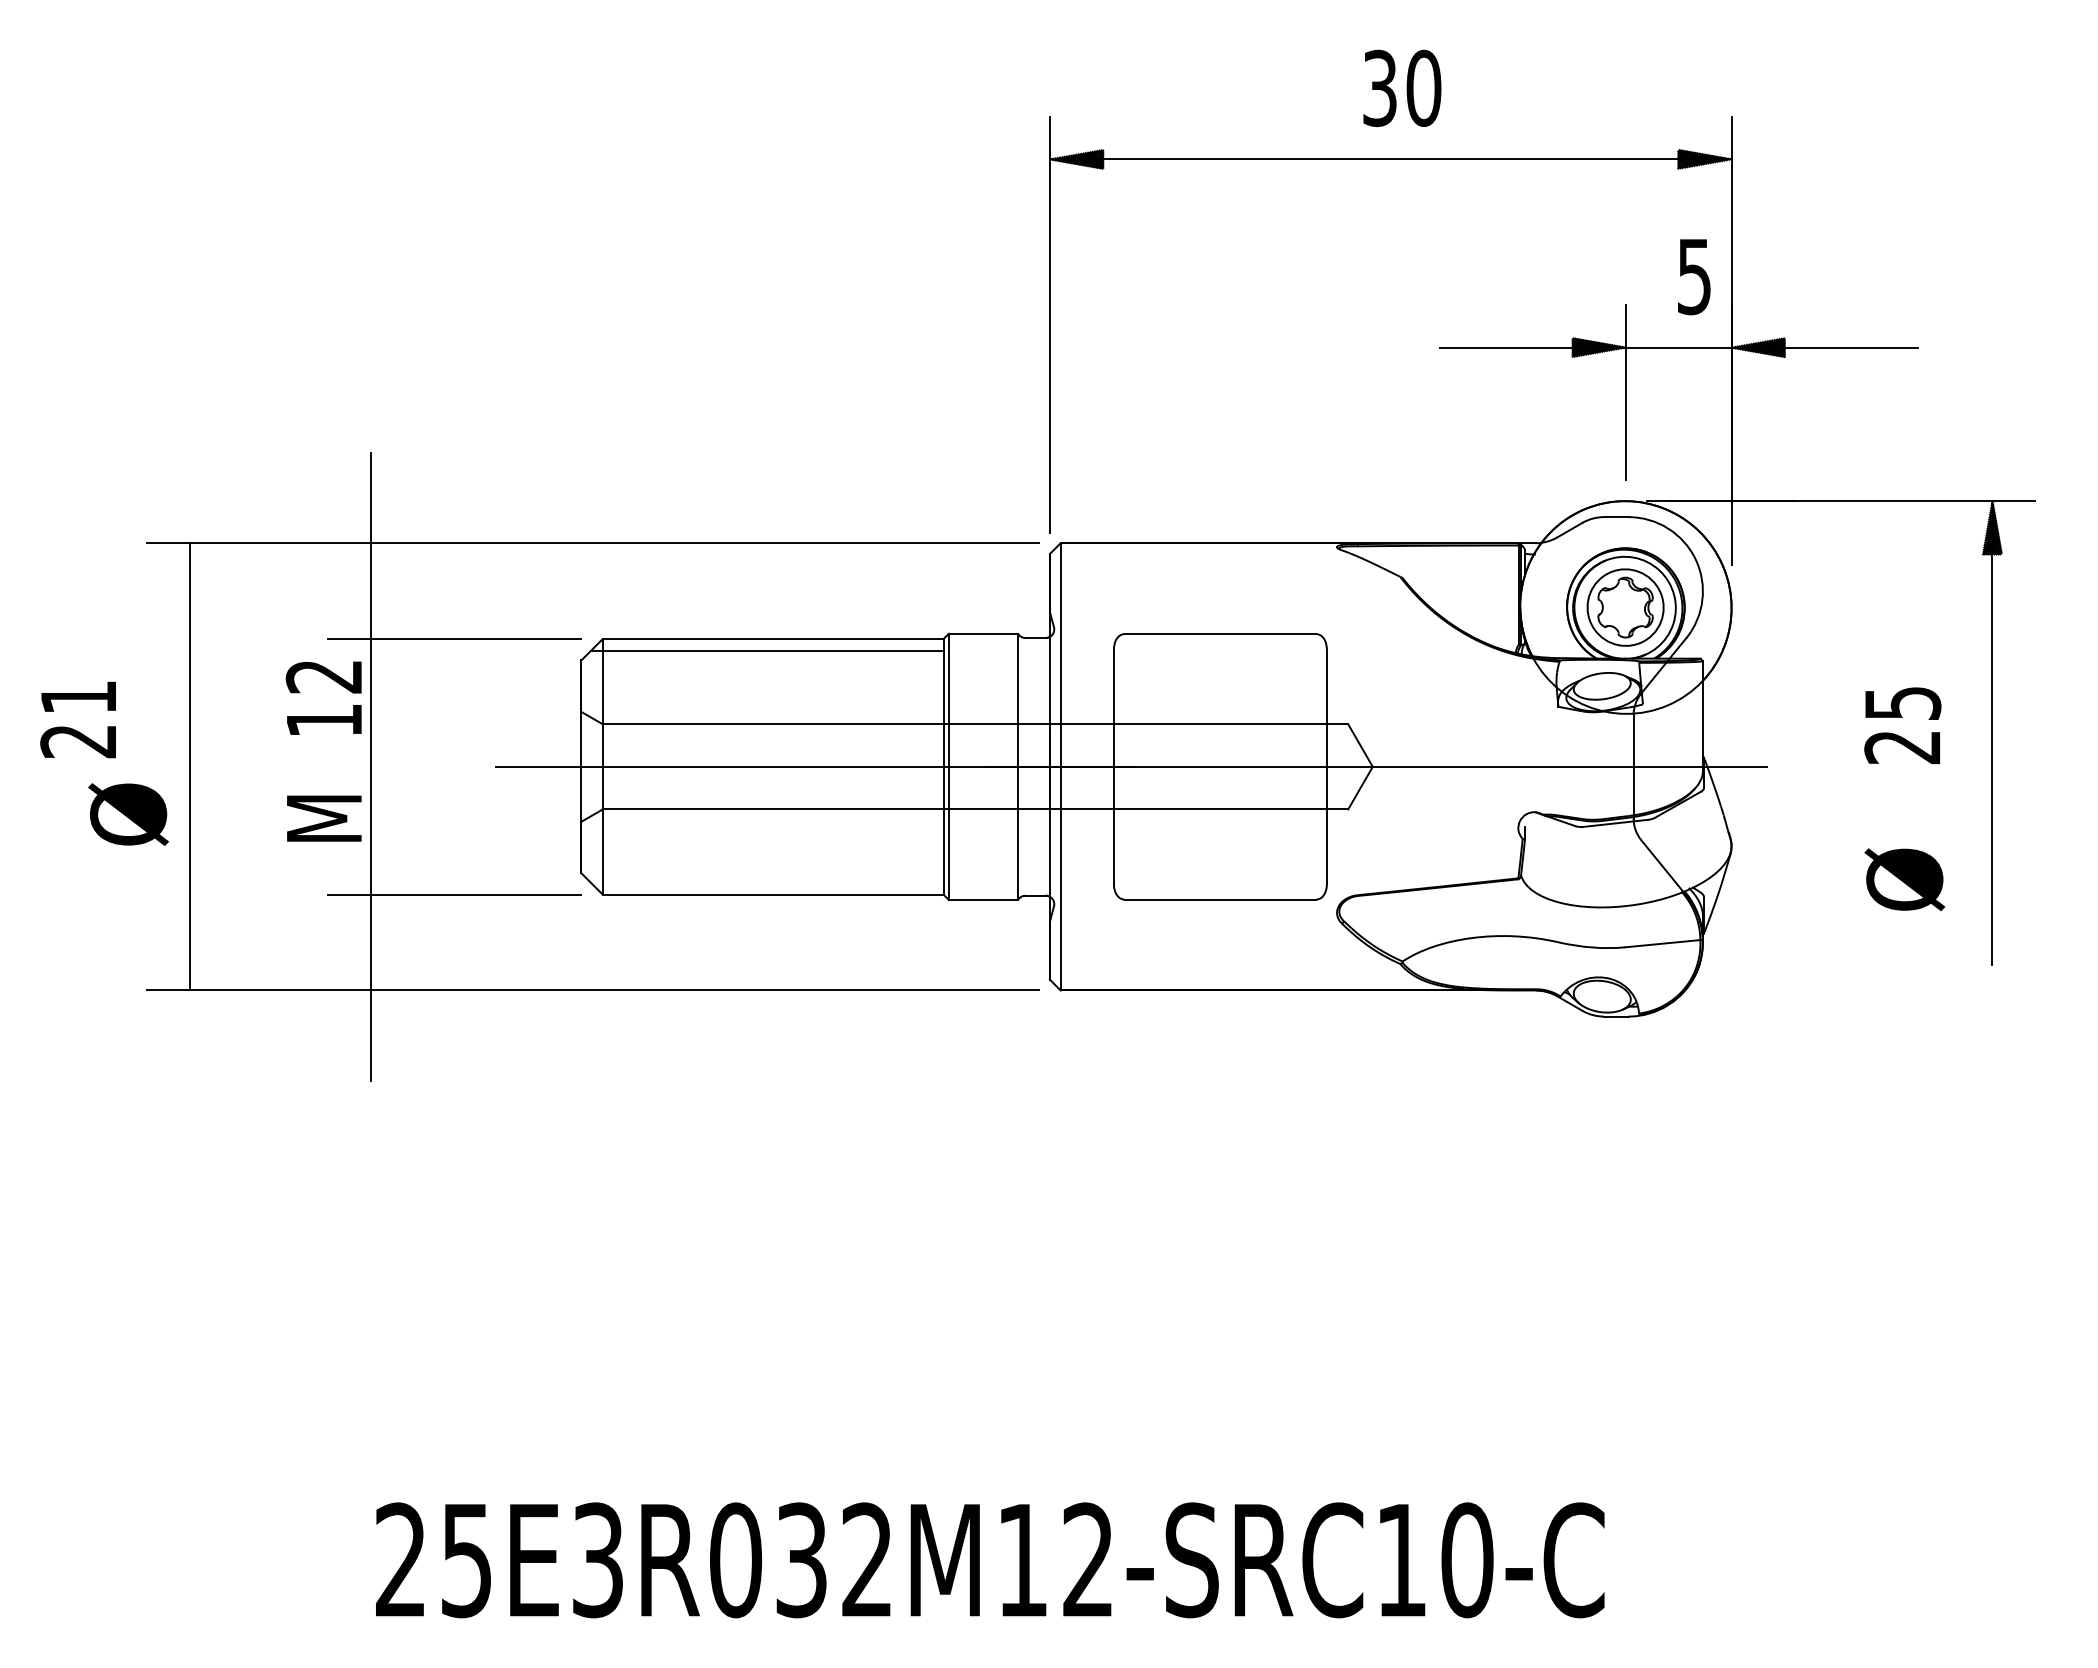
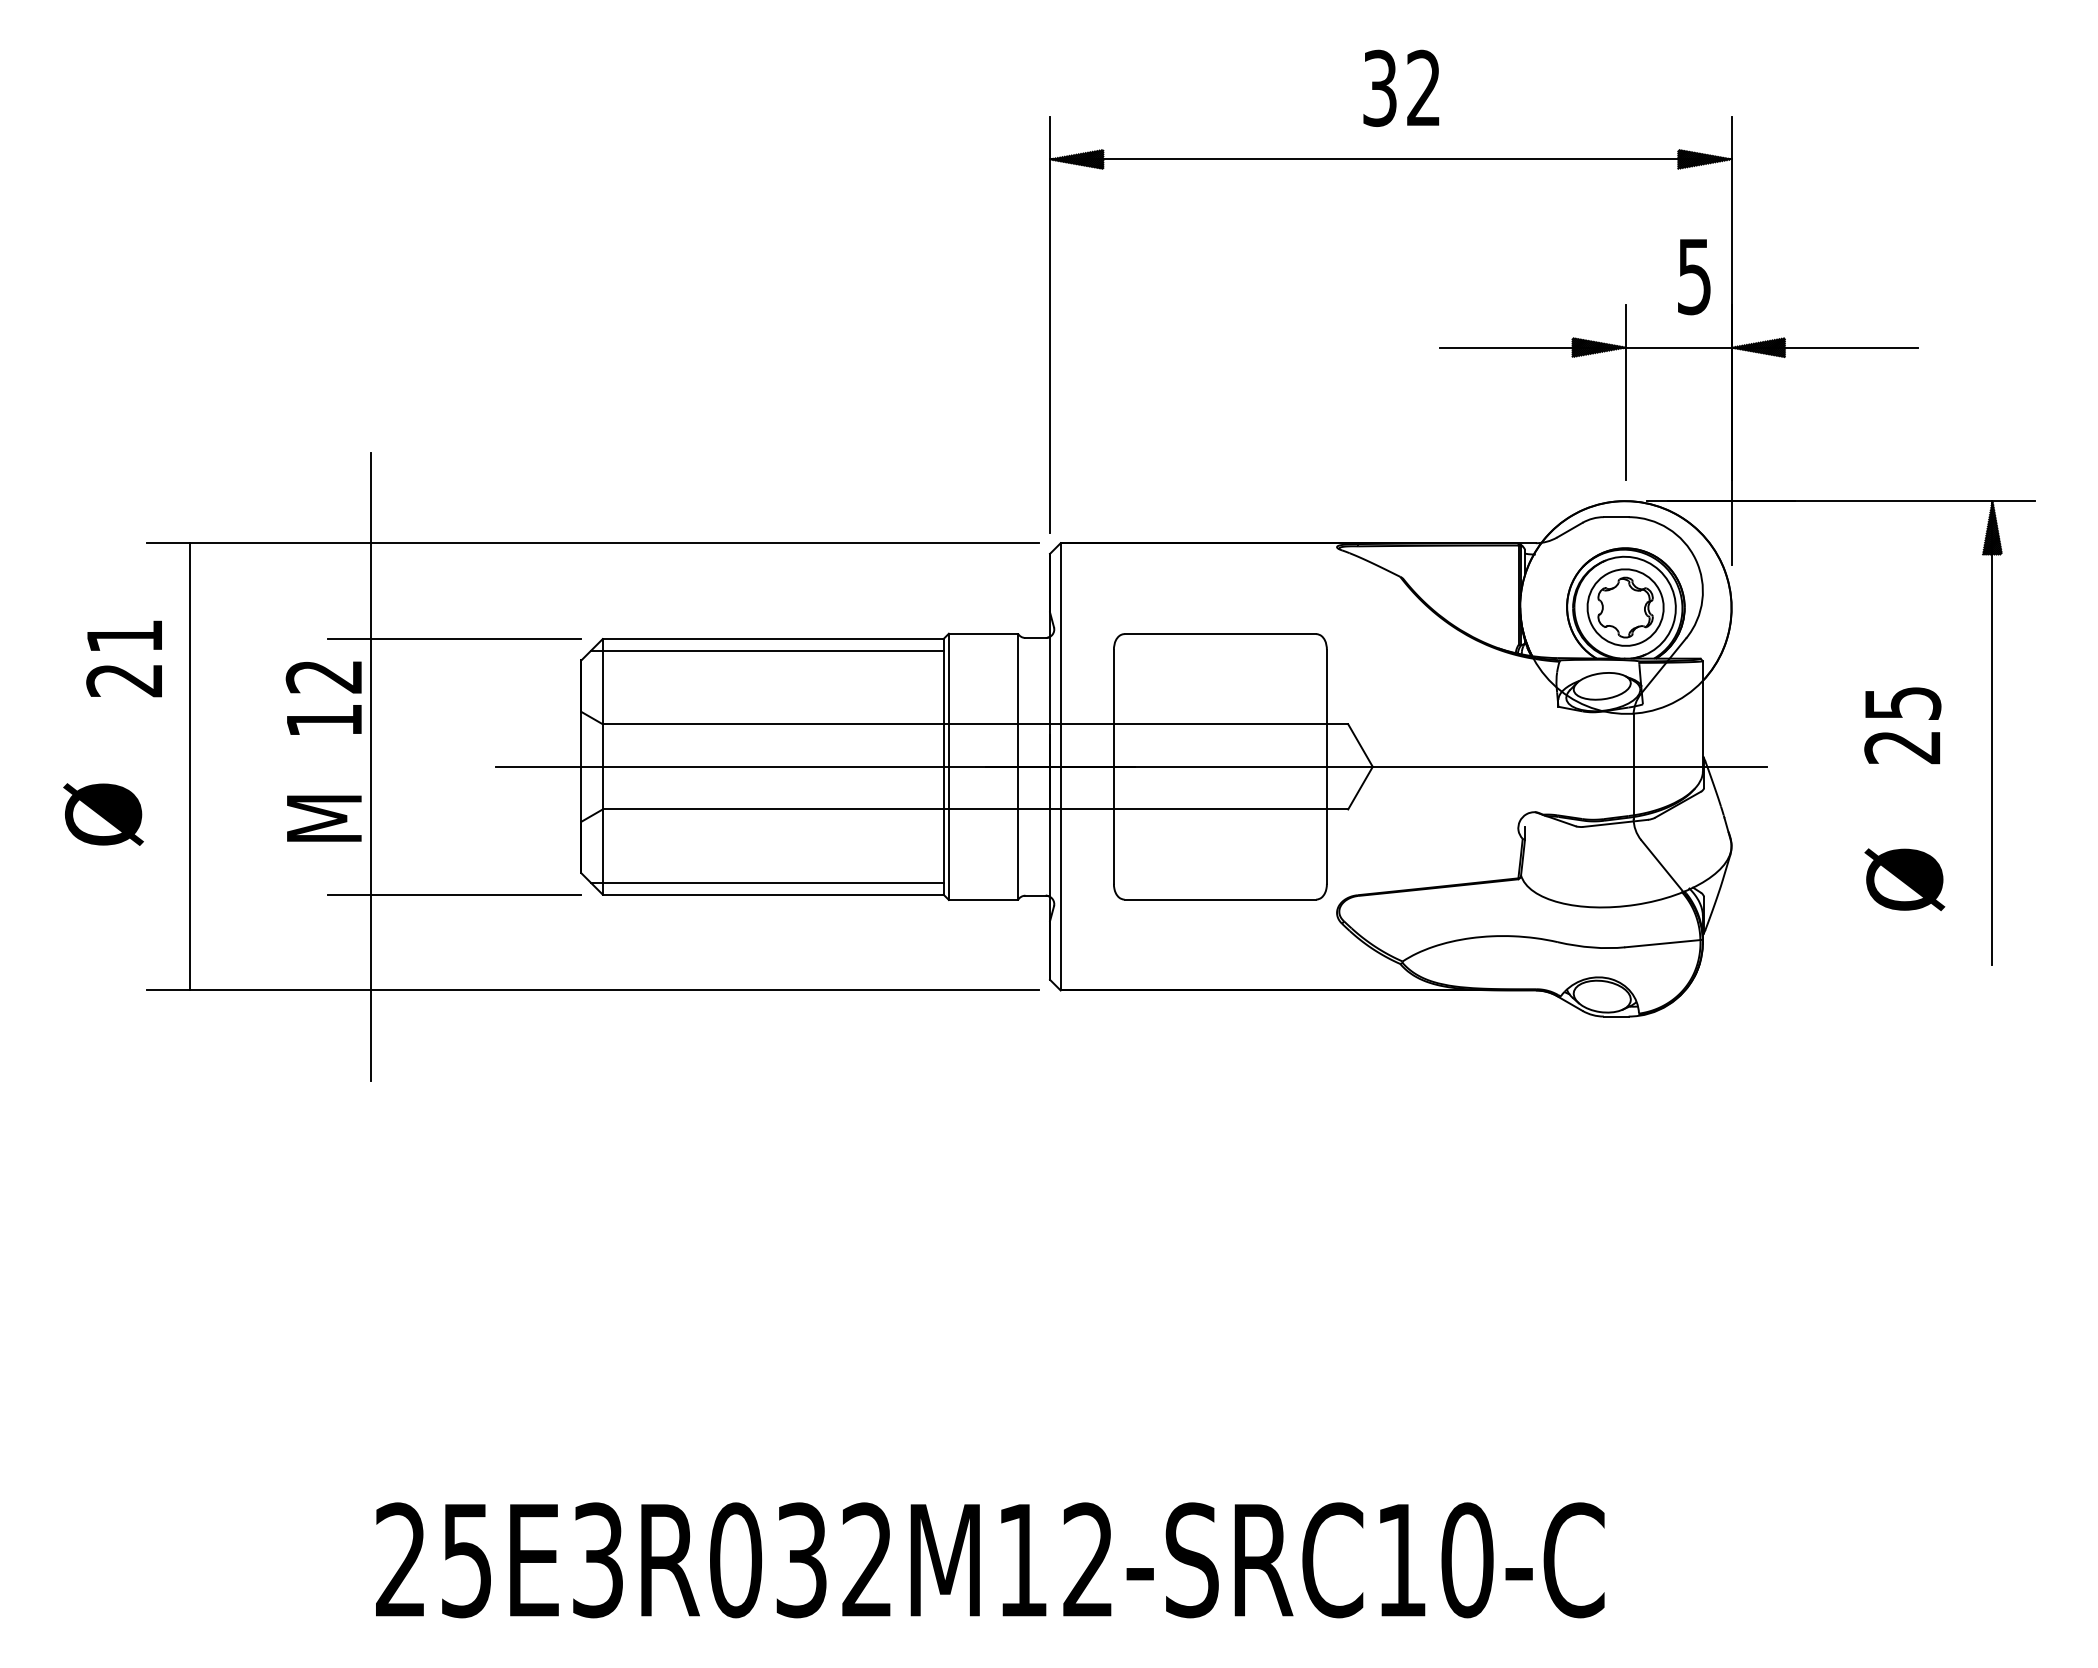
text at (1423, 87): 30 -> 32
text at (77, 719) position: (77, 719) -> (123, 658)
text at (128, 814) position: (128, 814) -> (103, 814)
line at (766, 882): none -> present
